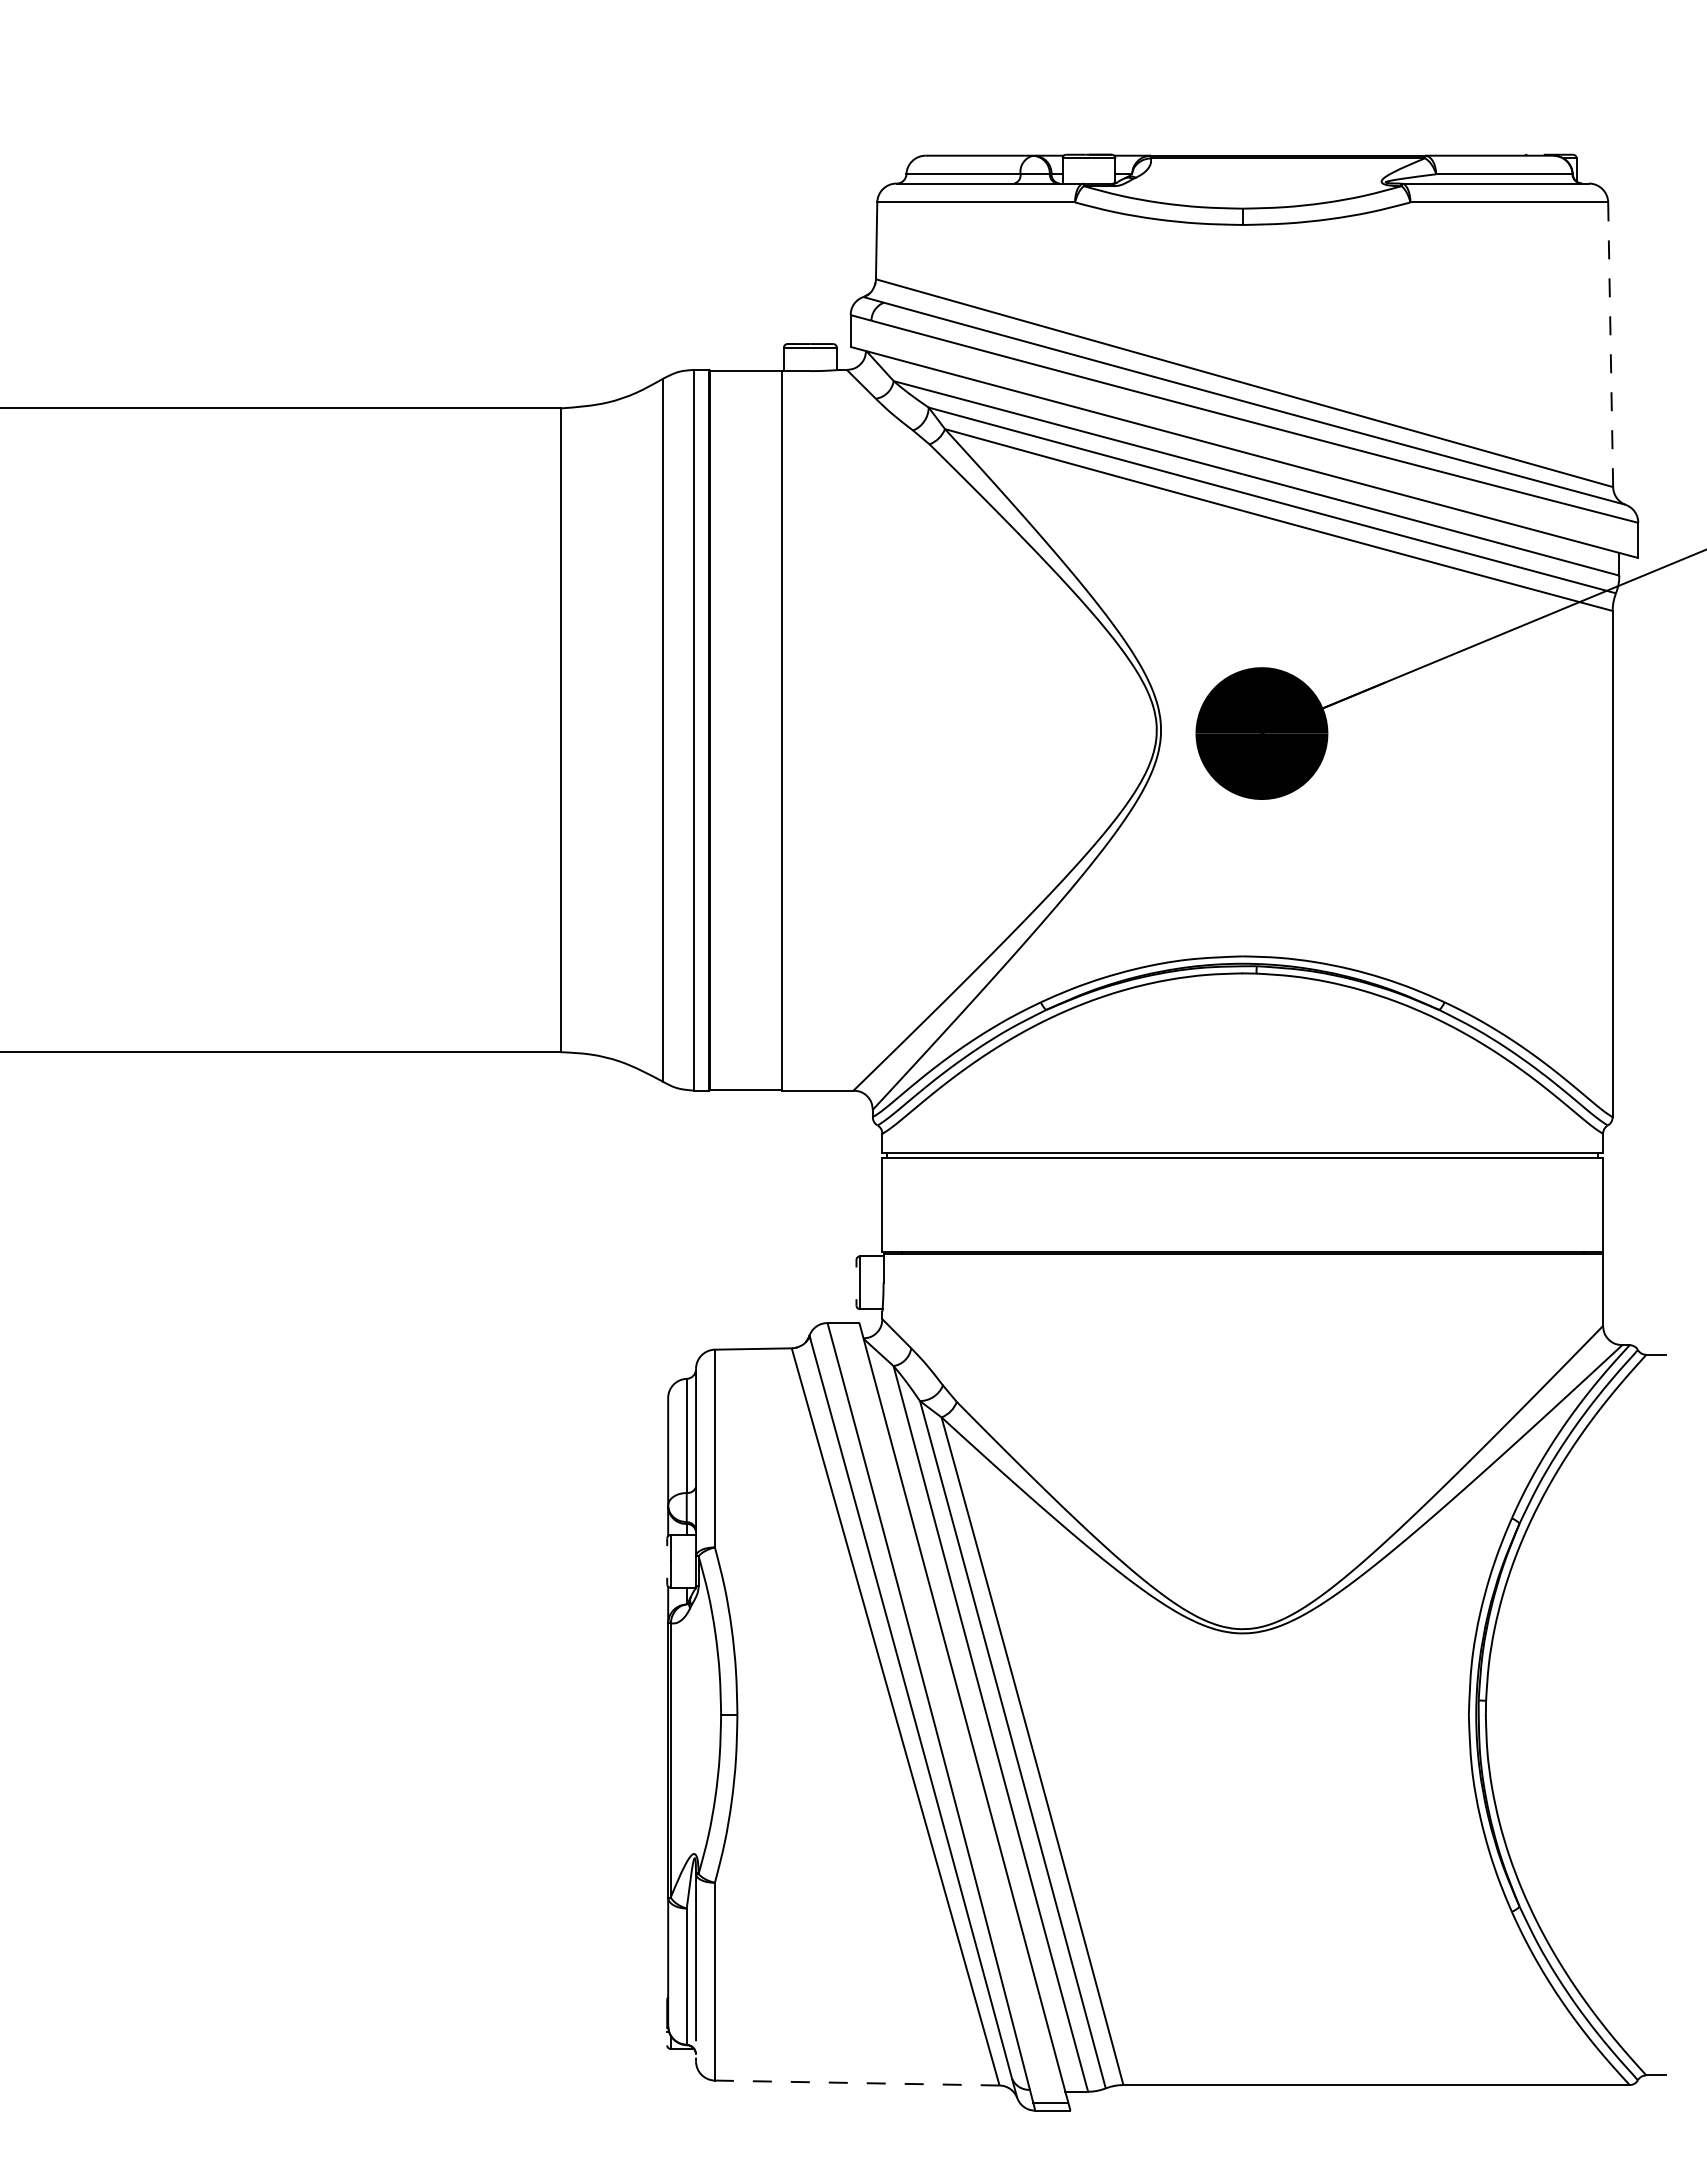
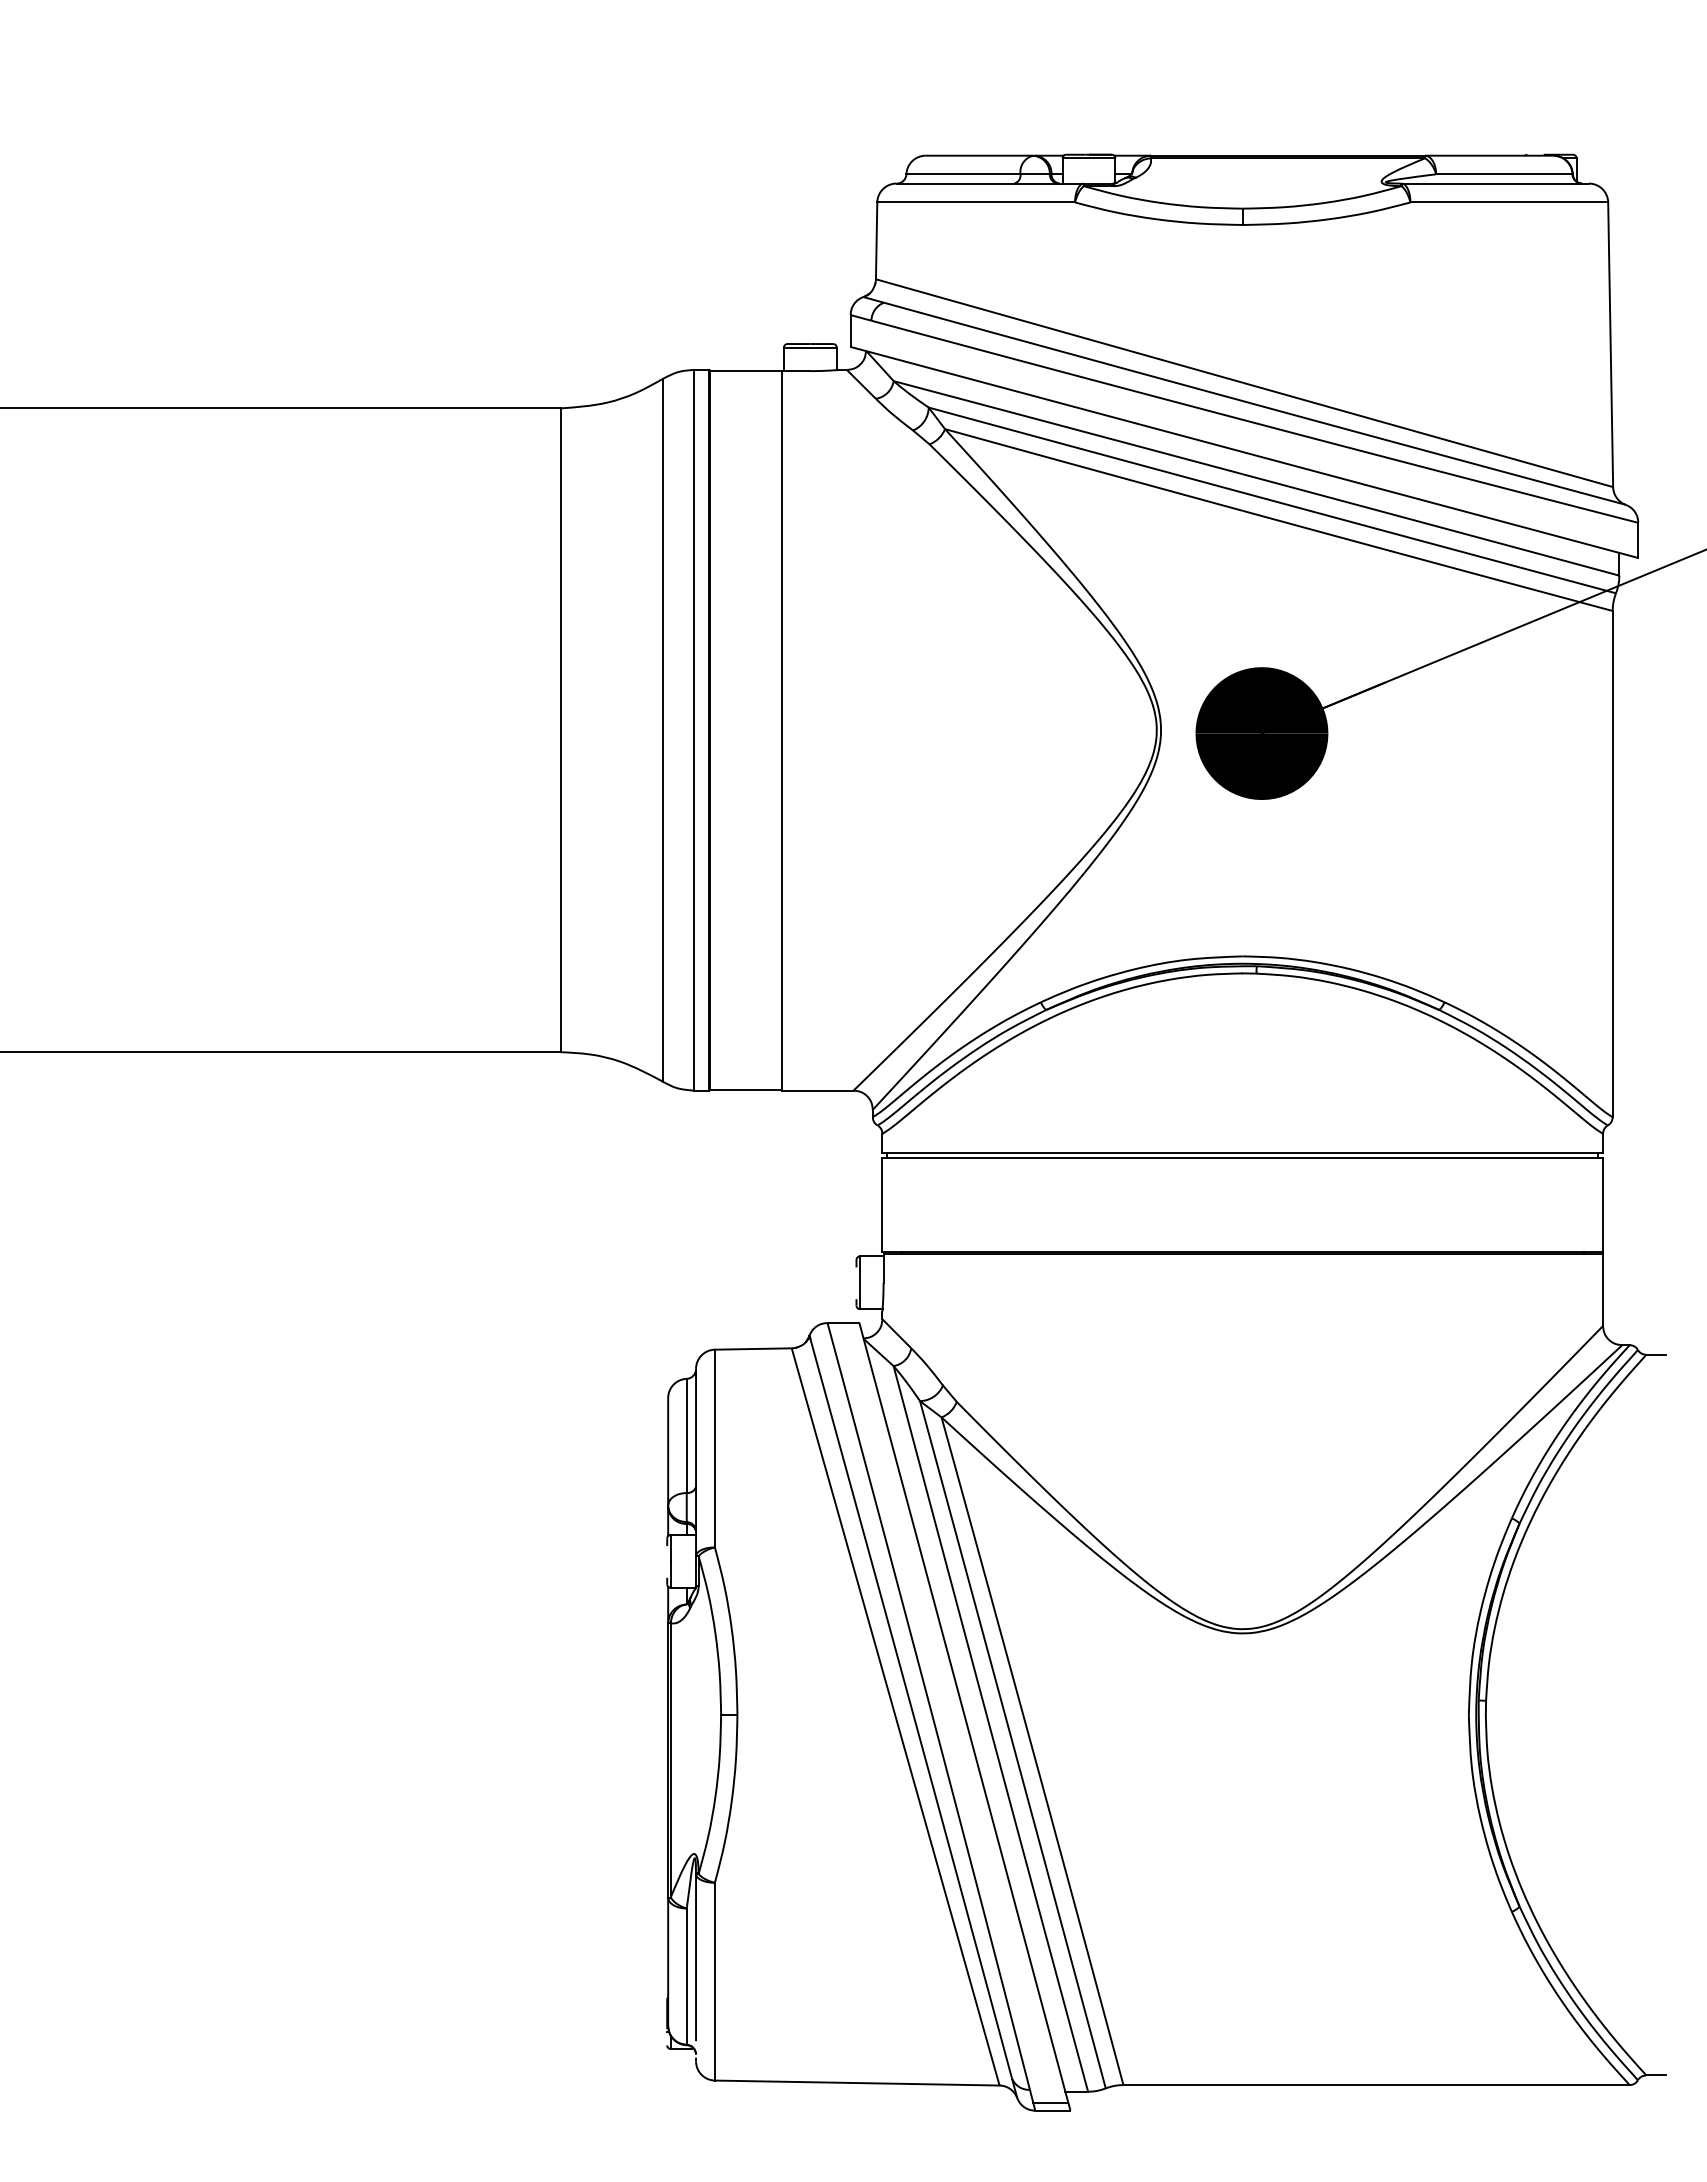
line at (1610, 344): dashed -> solid
line at (857, 2083): dashed -> solid
